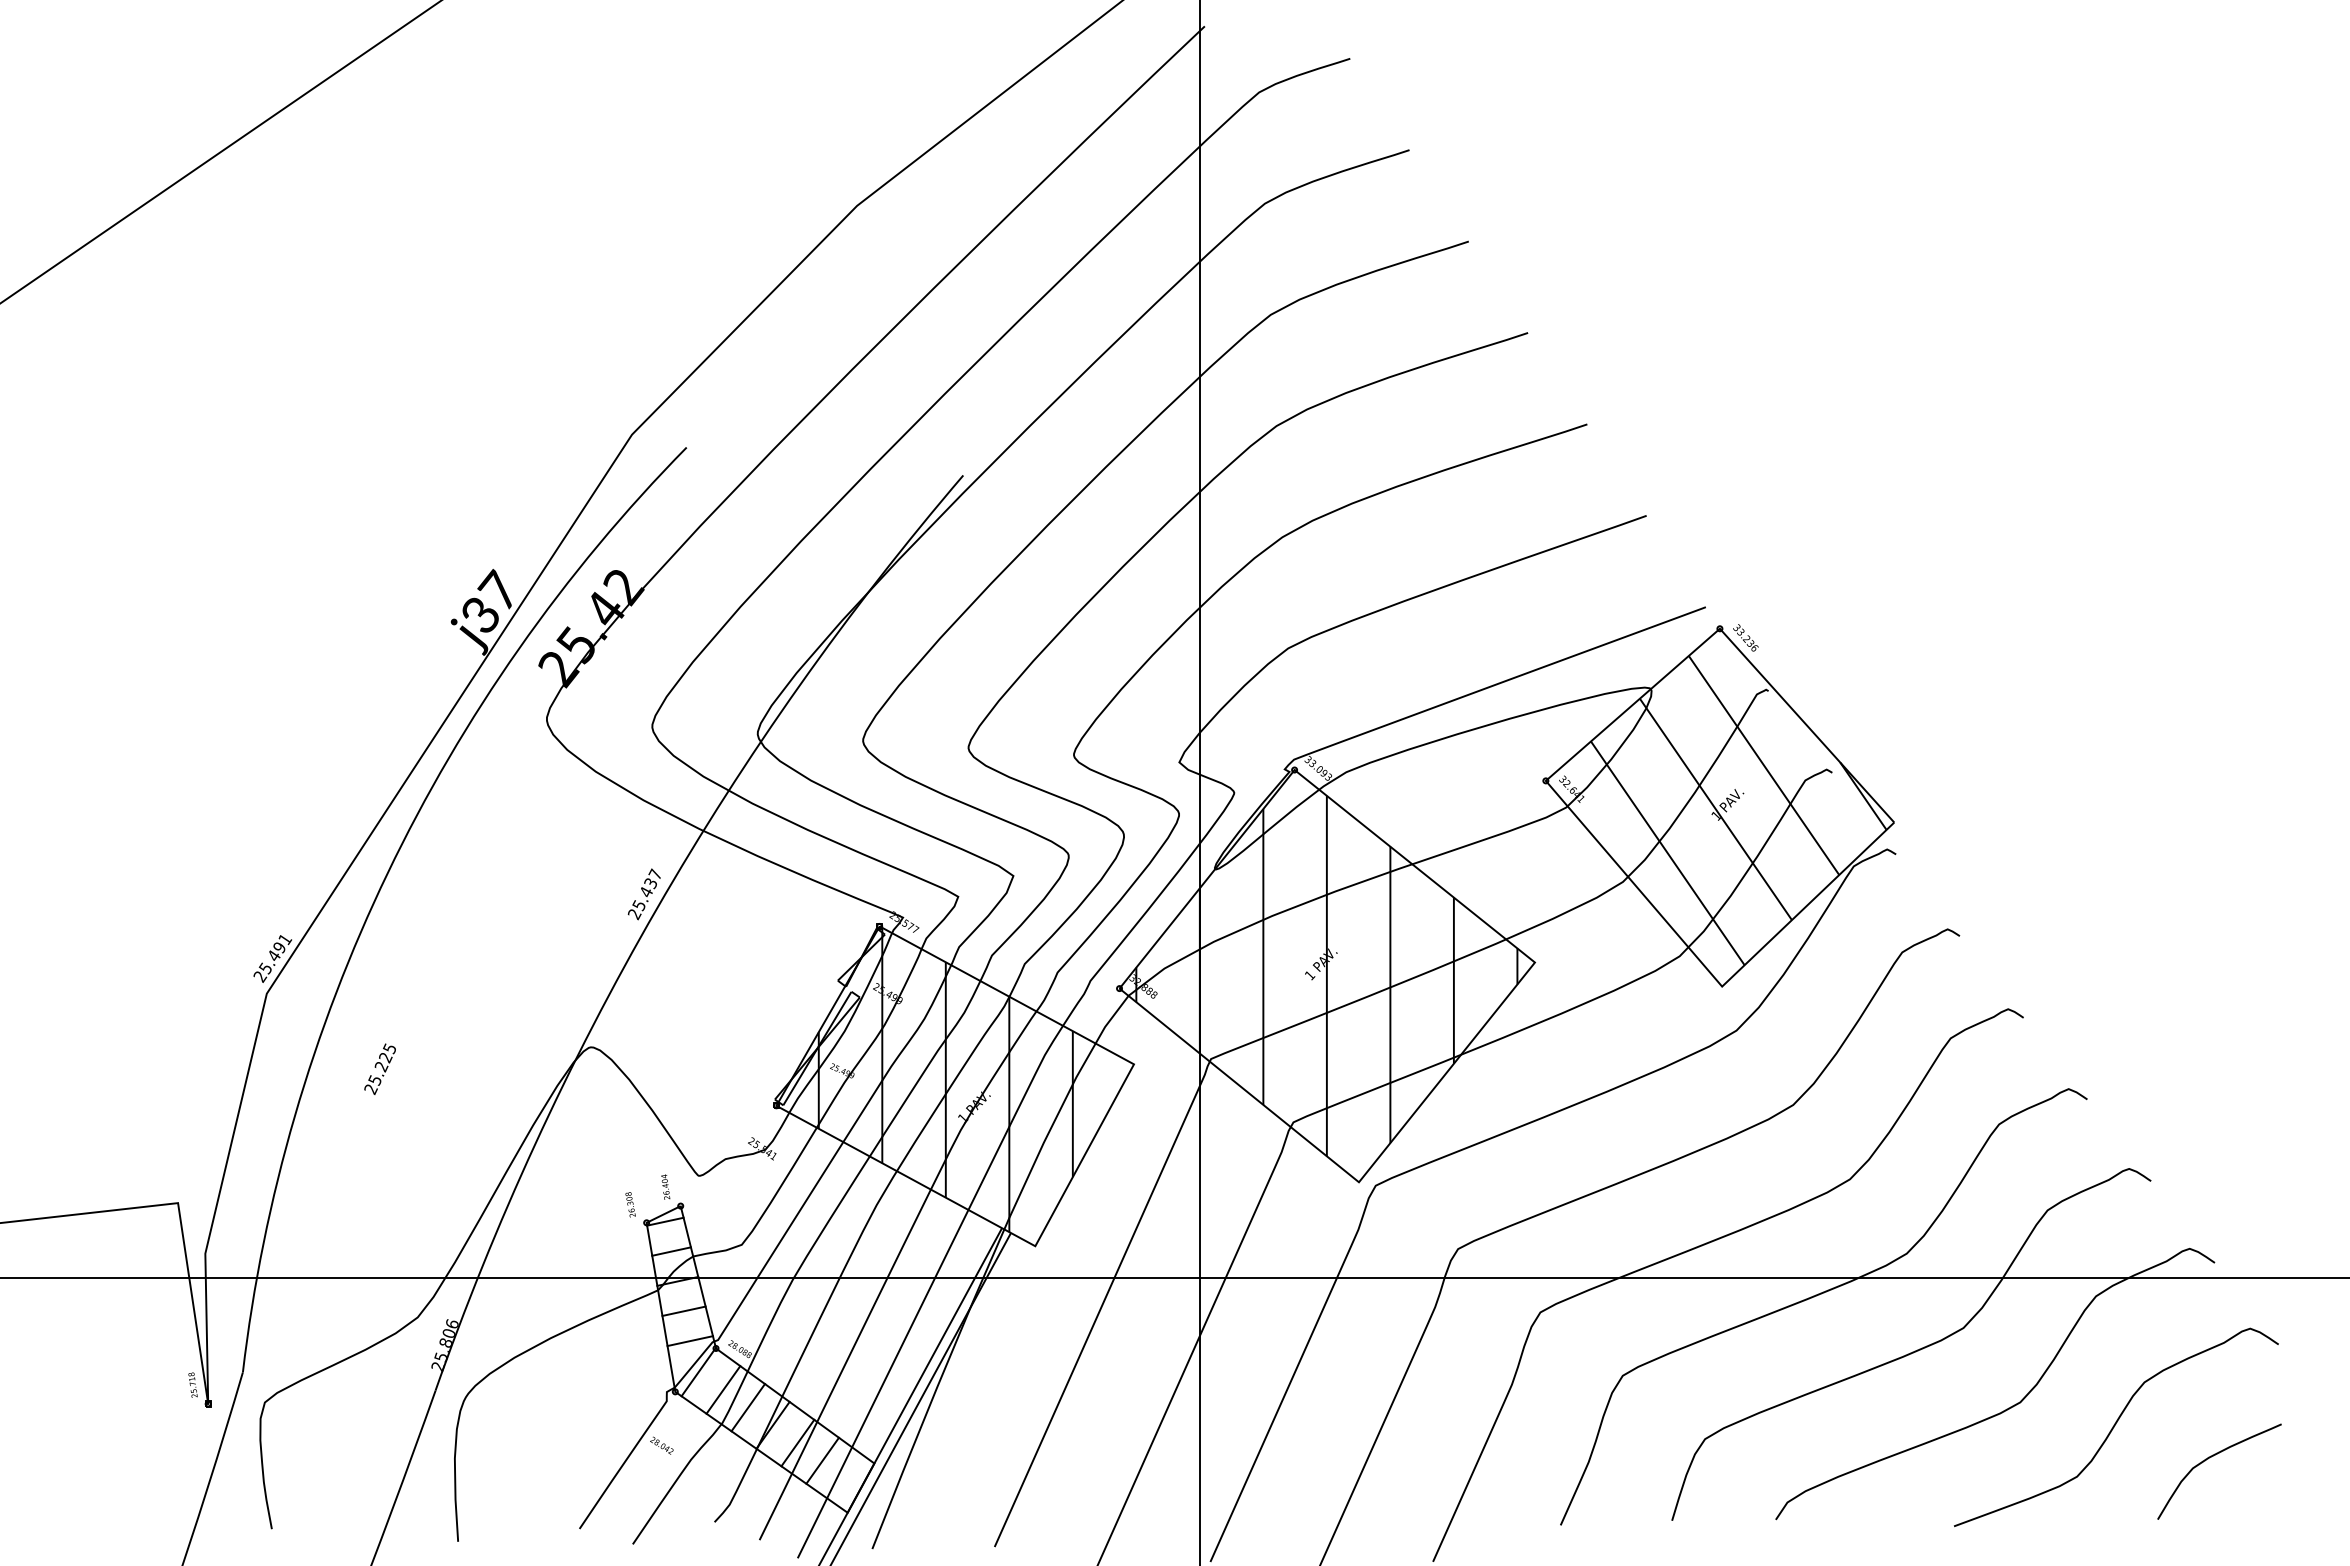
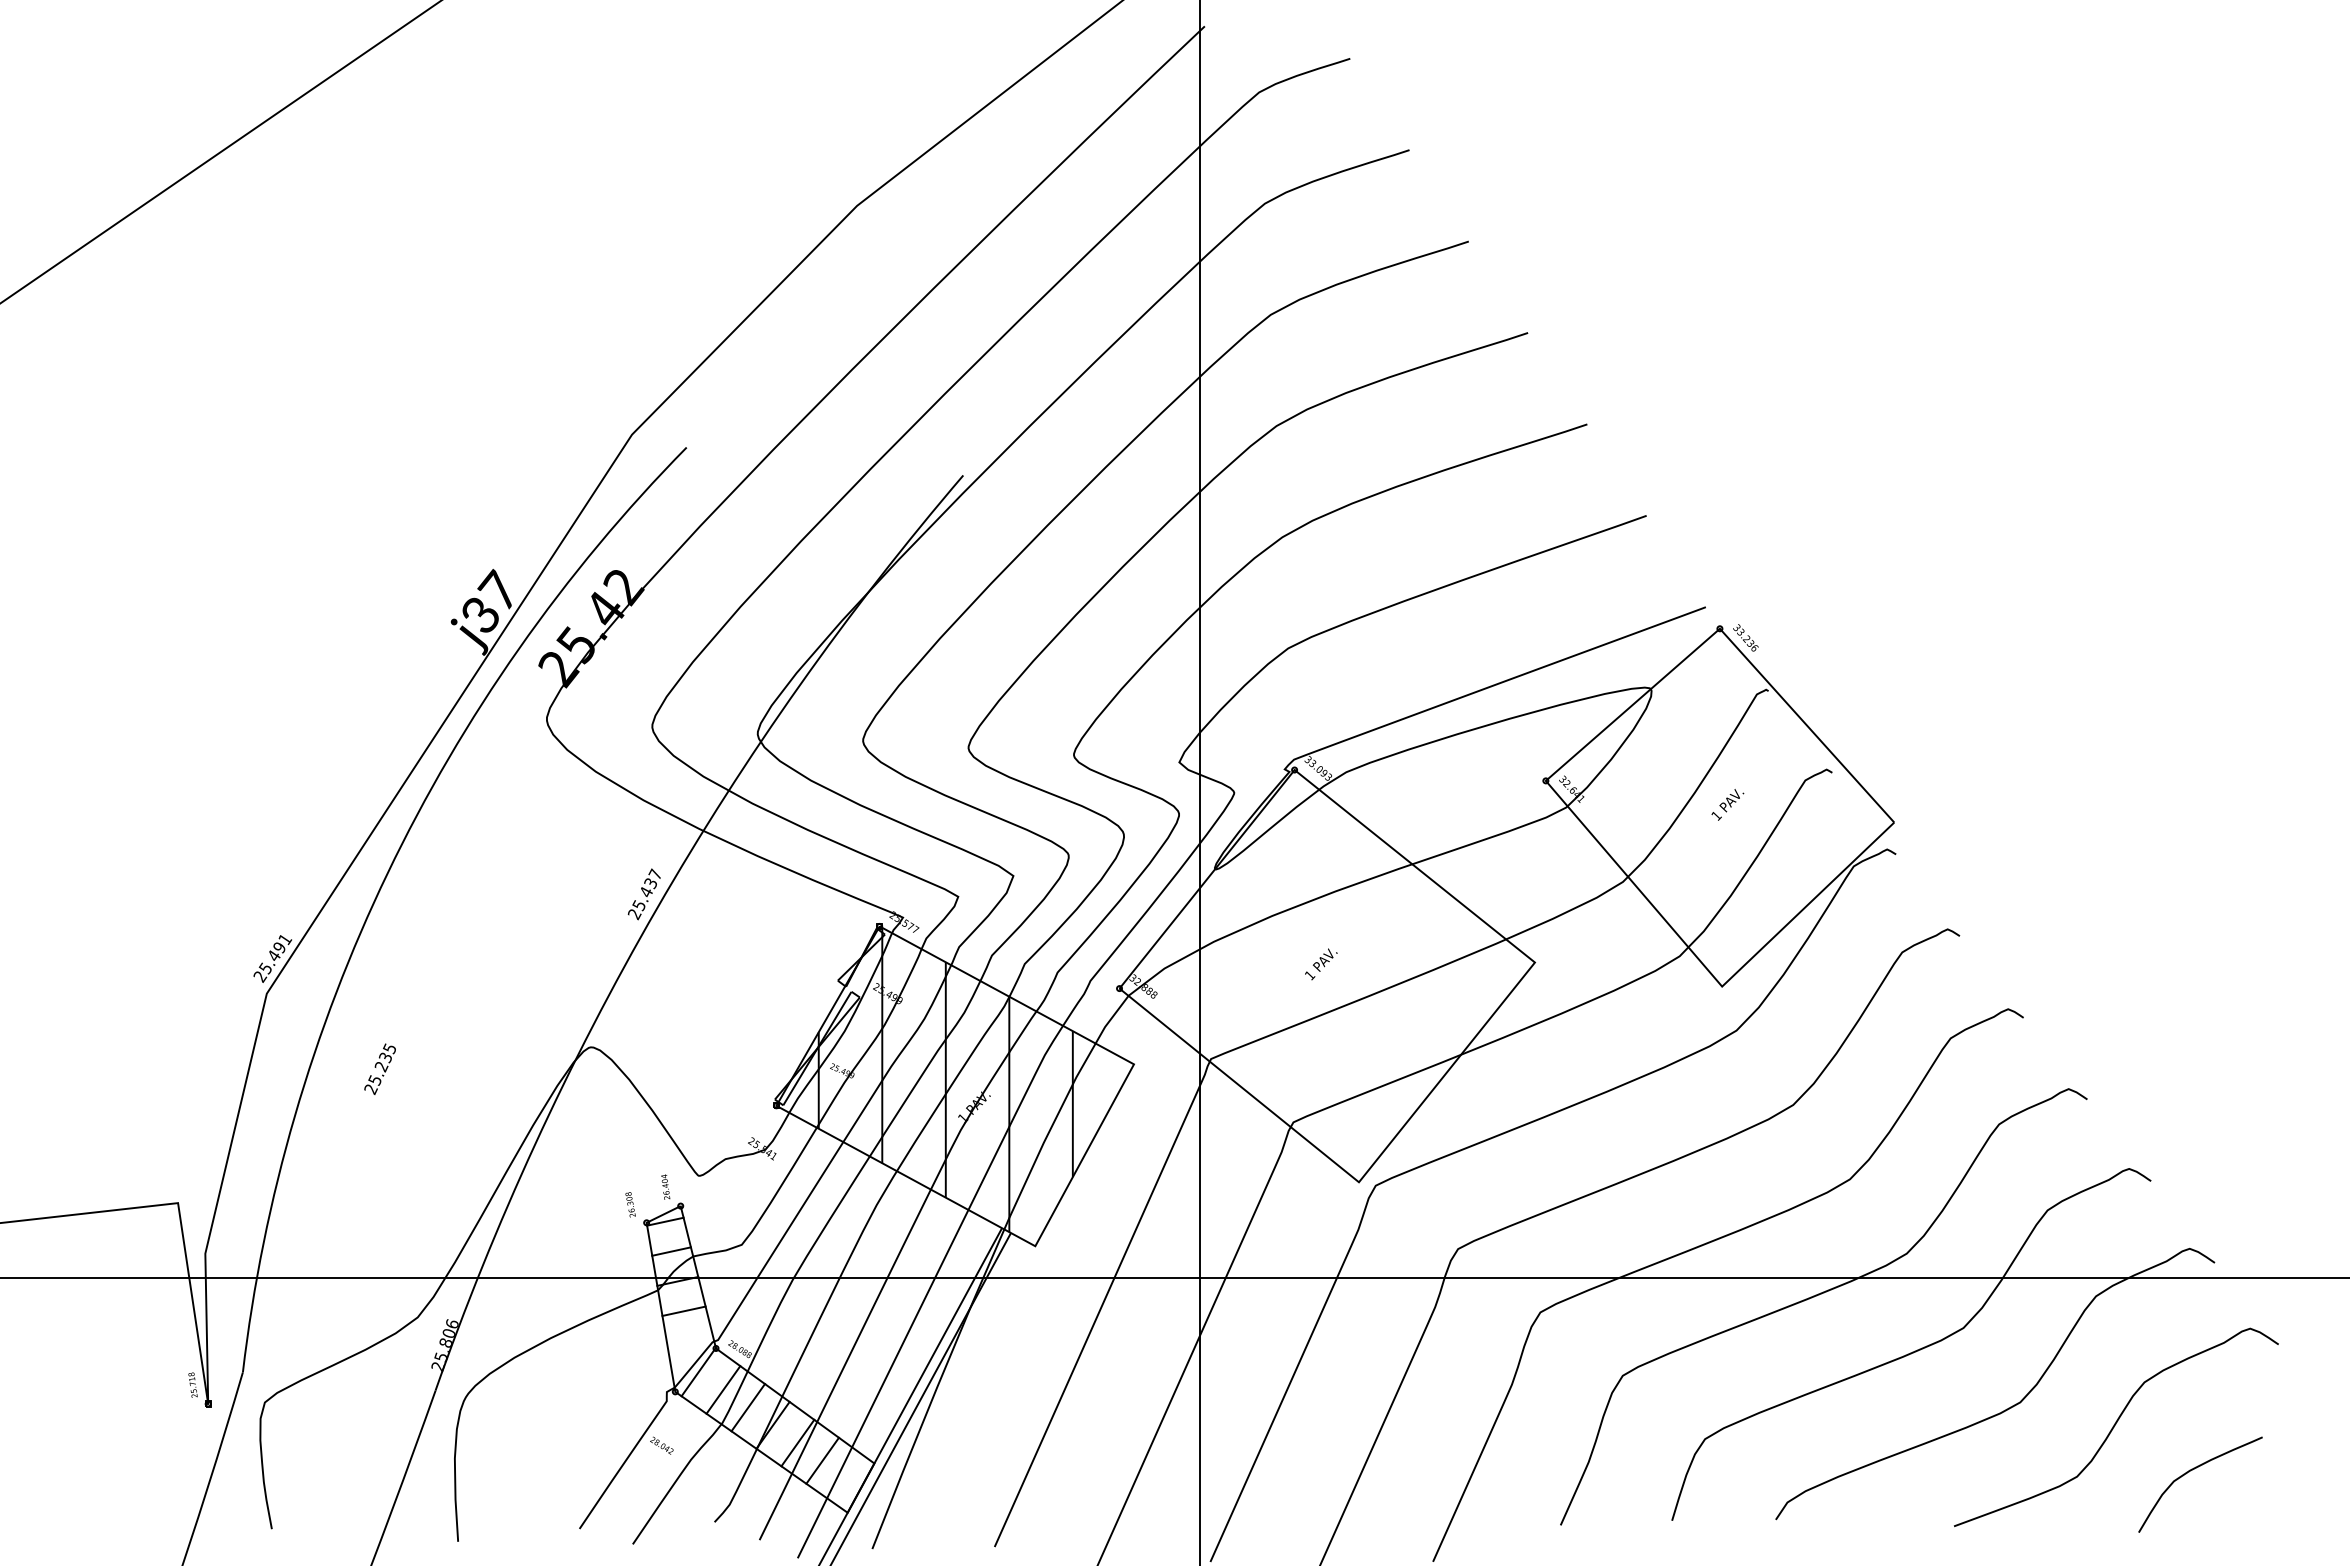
hatch at (1738, 810): present -> none
hatch at (1326, 975): present -> none
text at (385, 1057): 25.225 -> 25.235
line at (689, 1341): present -> none
curve at (2211, 1457) position: (2211, 1457) -> (2192, 1470)
